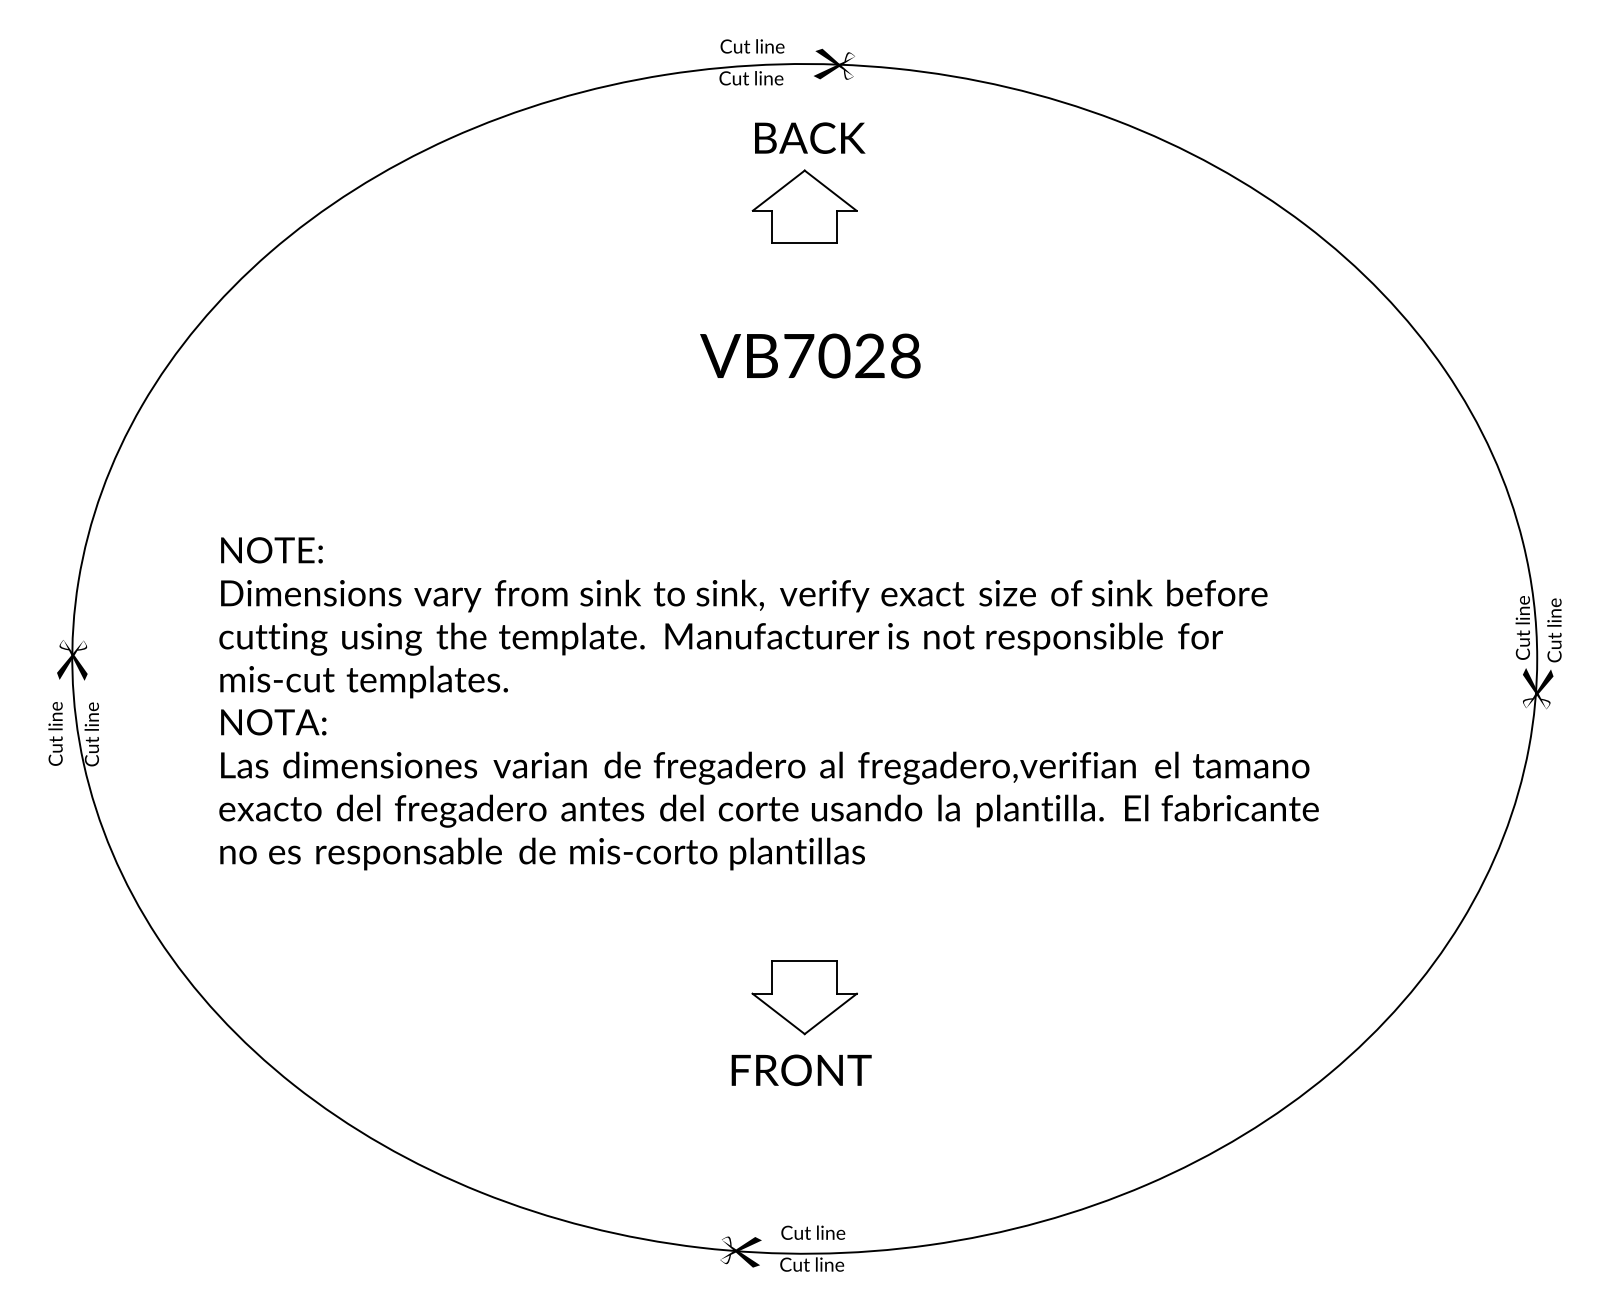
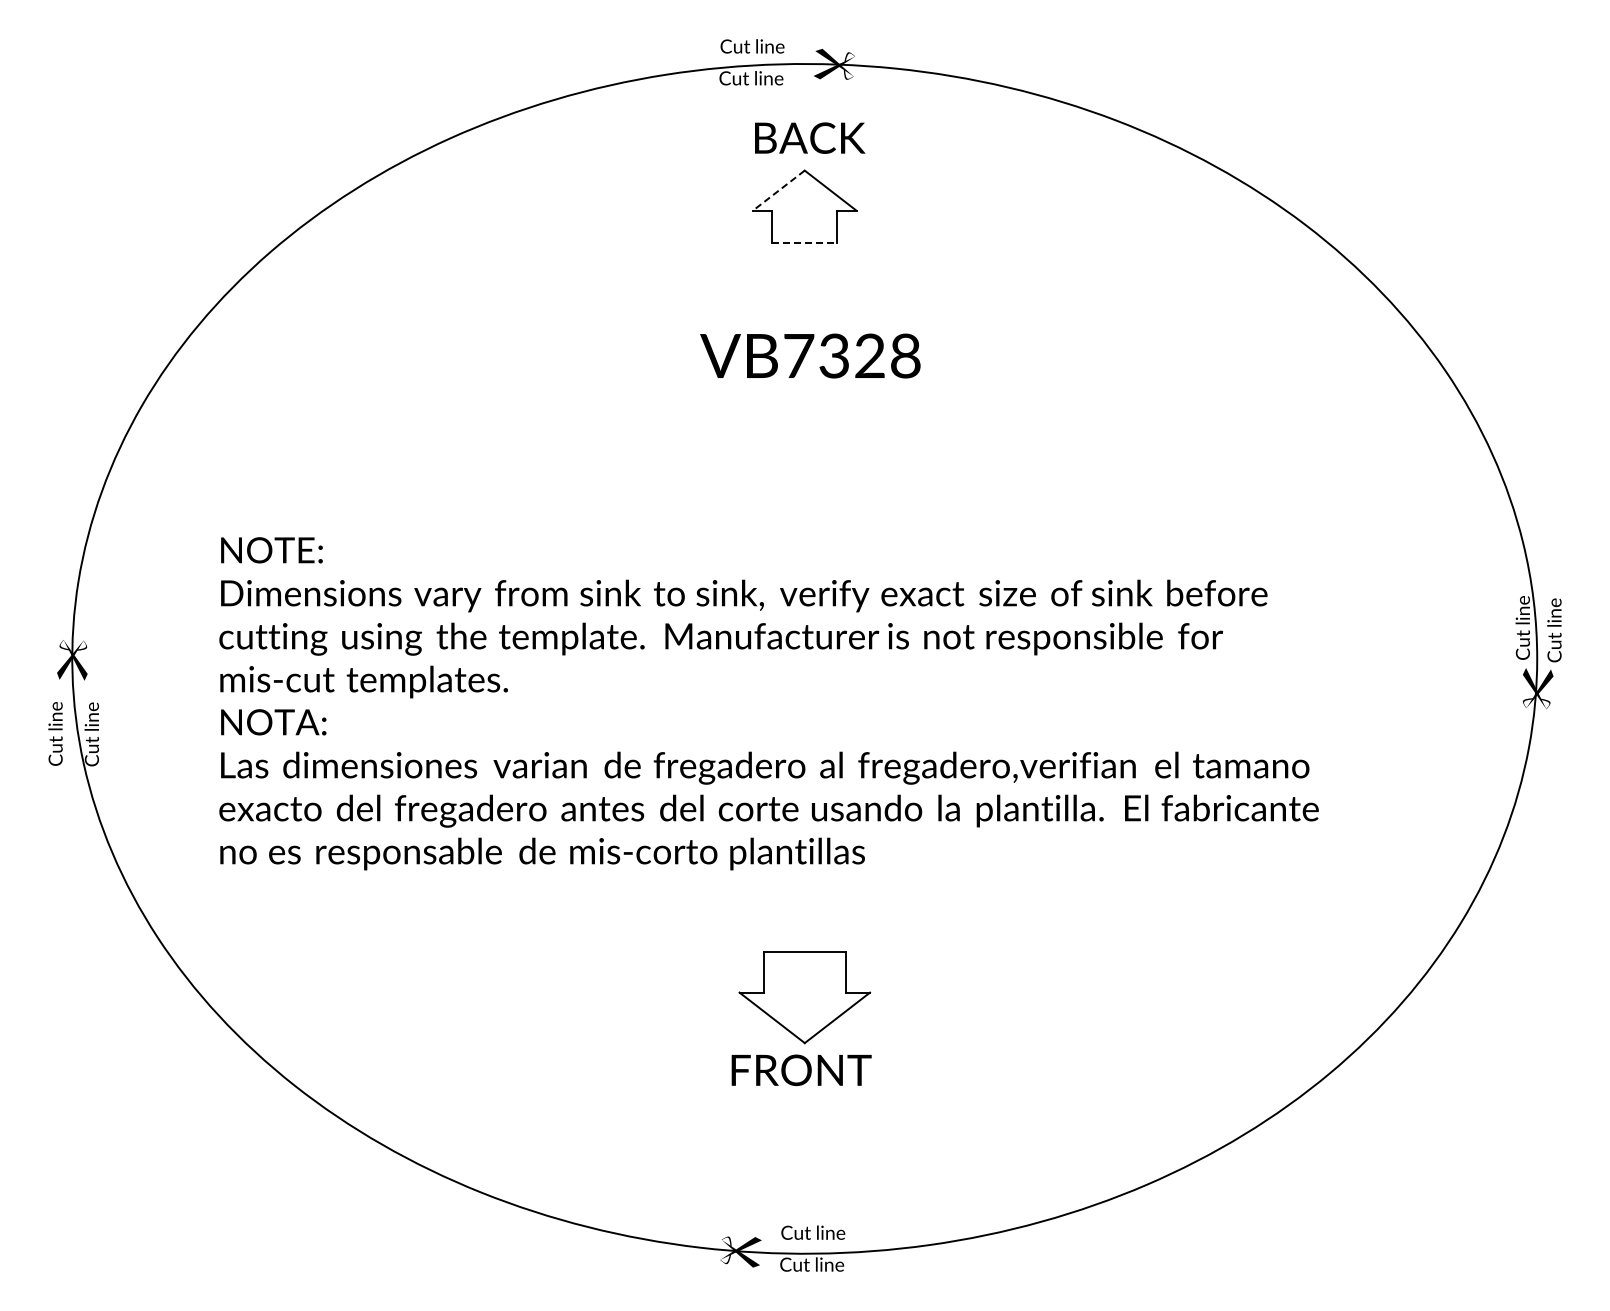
line at (778, 190): solid -> dashed
line at (805, 243): solid -> dashed
text at (834, 355): VB7028 -> VB7328
part at (804, 997) size: 107x76 px -> 134x94 px
